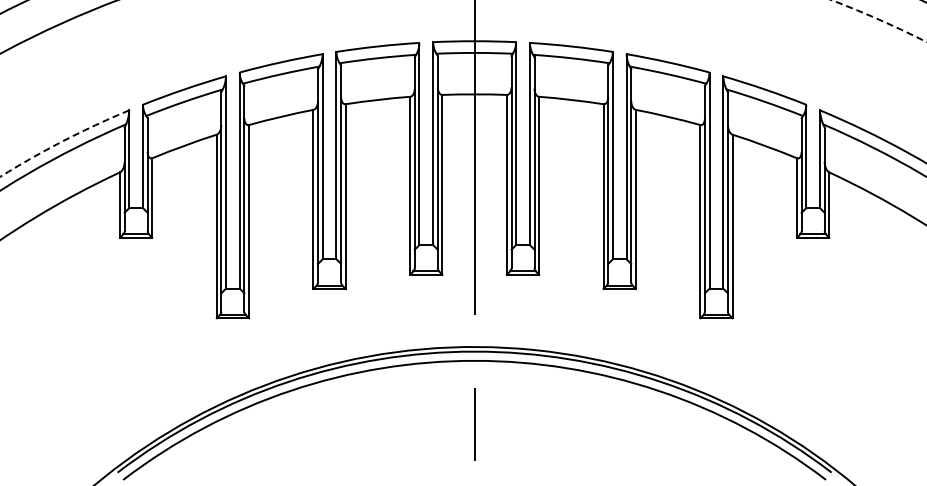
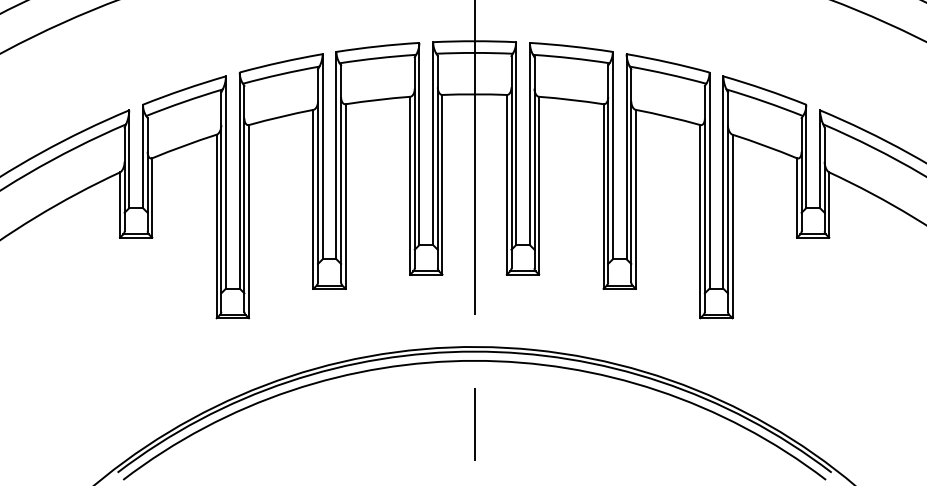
arc at (879, 20): dashed -> solid
arc at (63, 141): dashed -> solid
